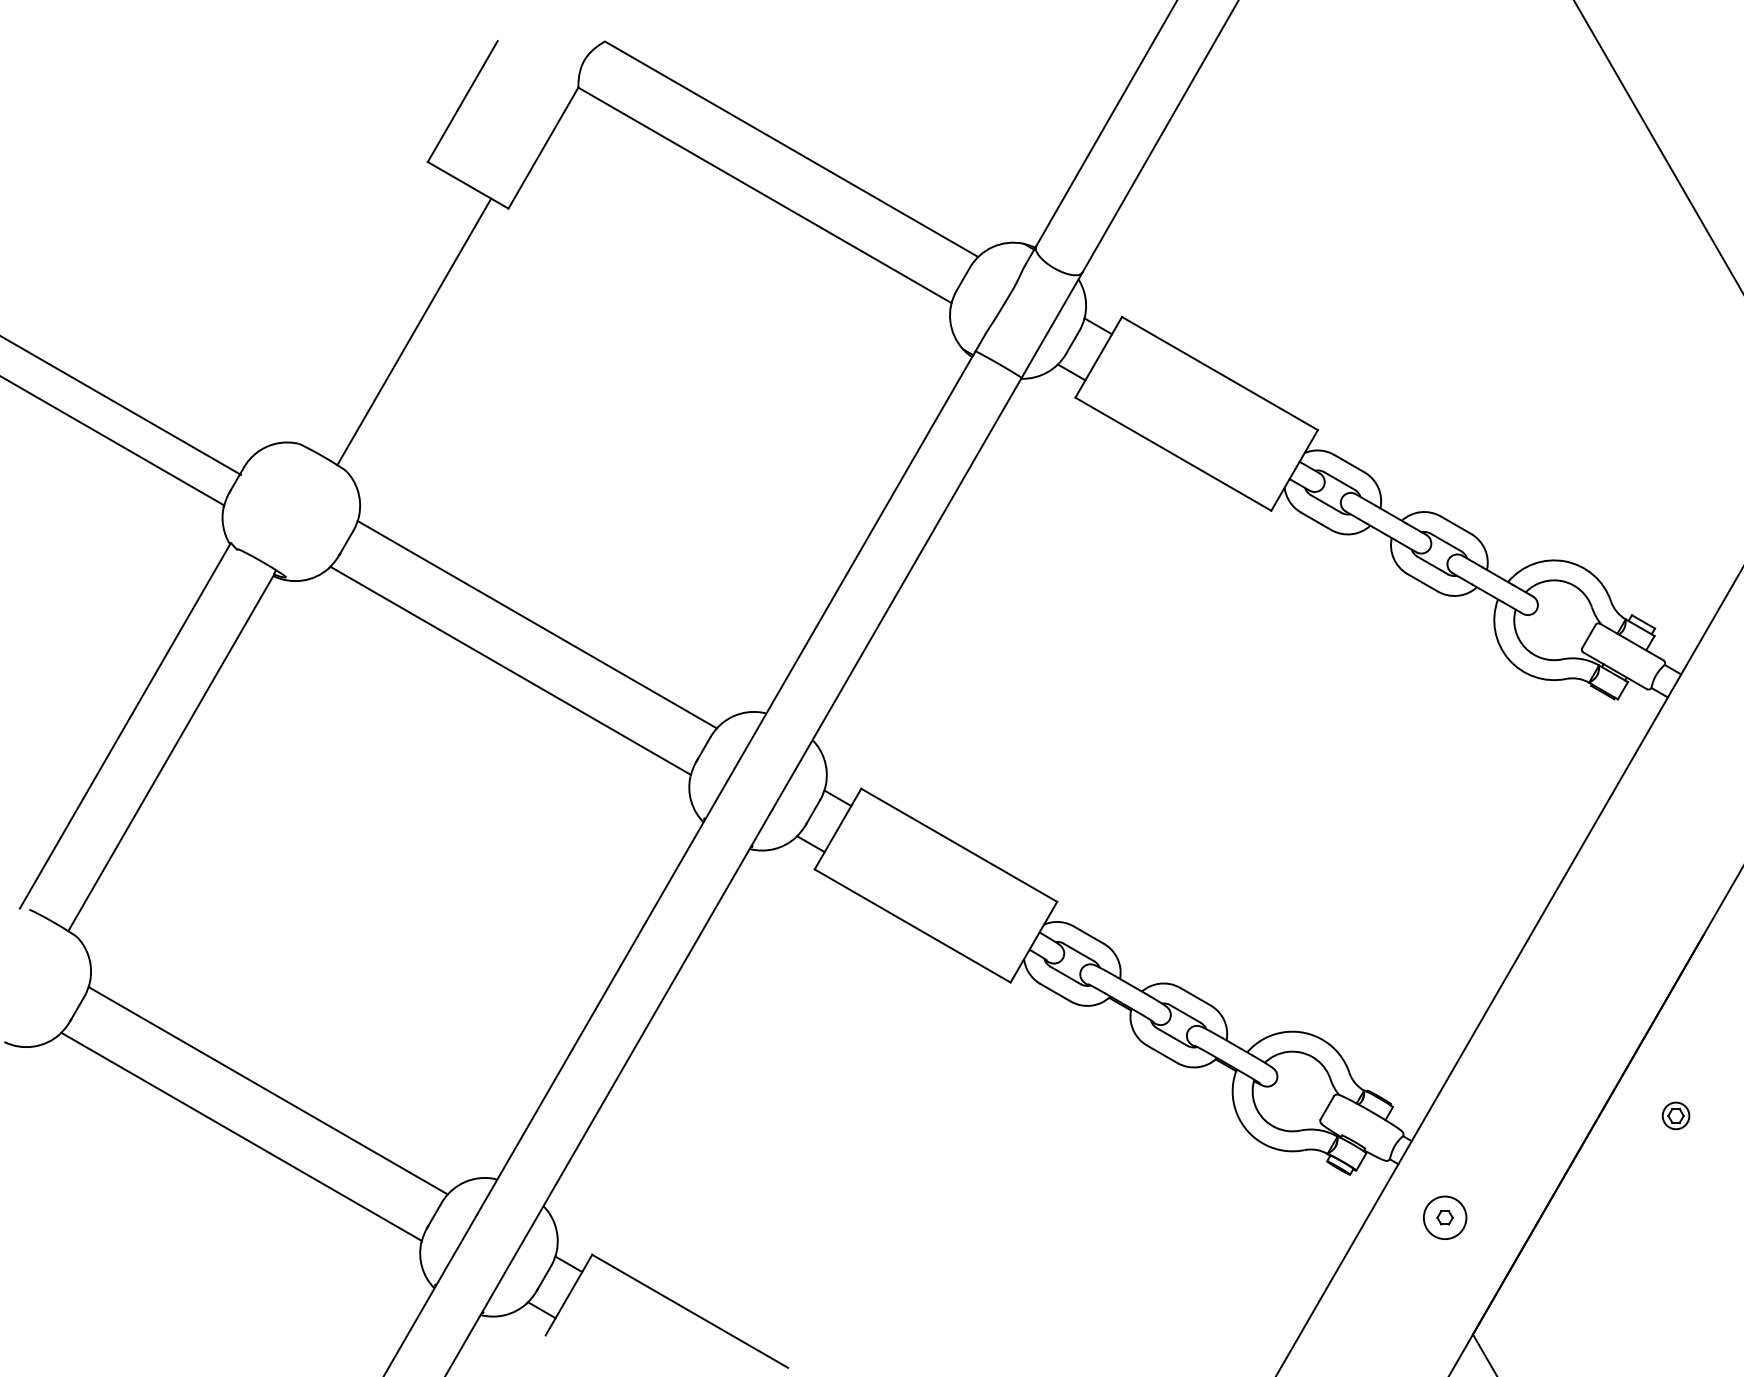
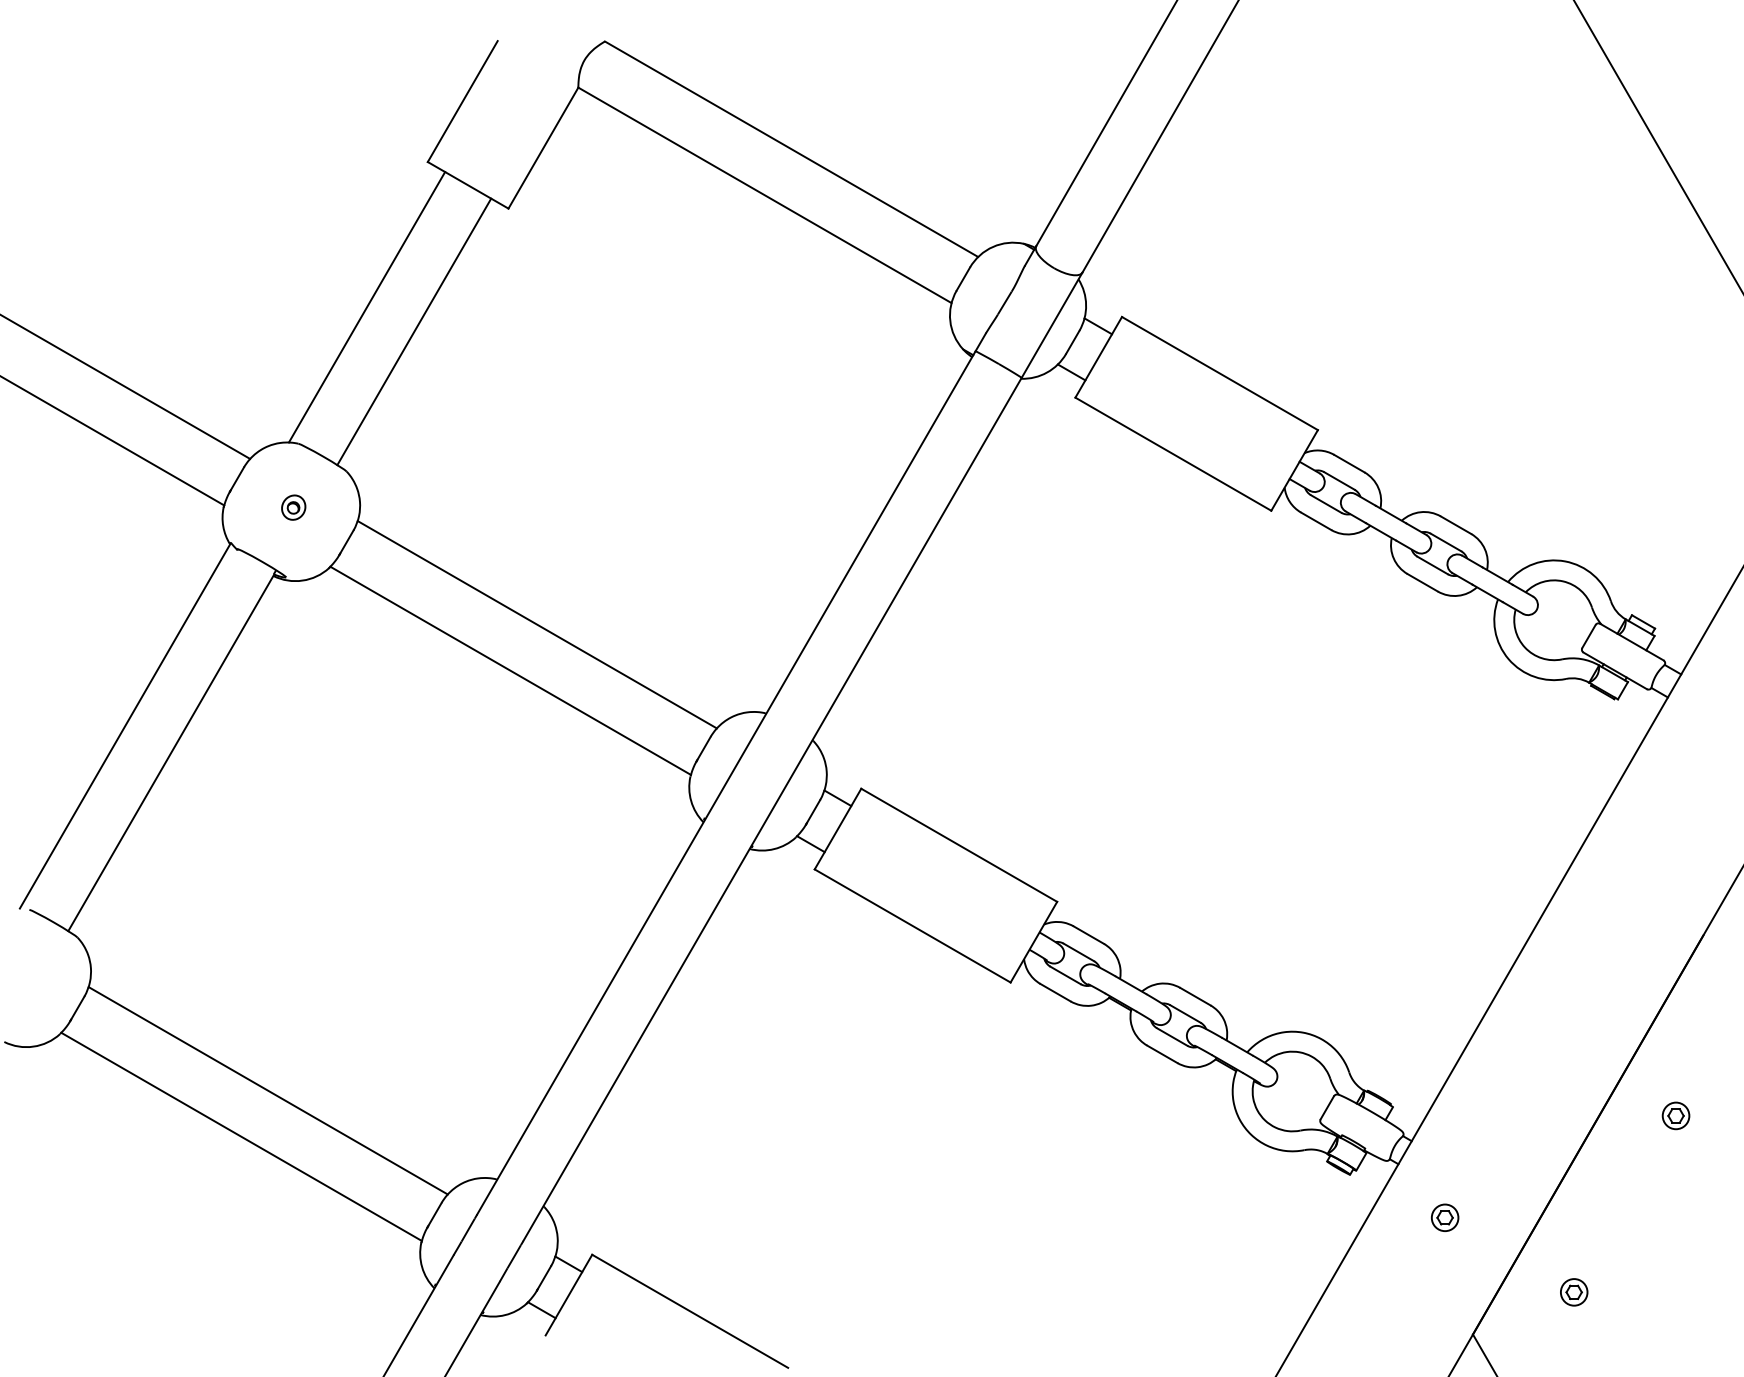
line at (366, 307): none -> present
line at (121, 405) position: (121, 405) -> (126, 386)
part at (293, 507): none -> present
circle at (1444, 1217) diameter: 43 px -> 27 px
part at (1574, 1292): none -> present
